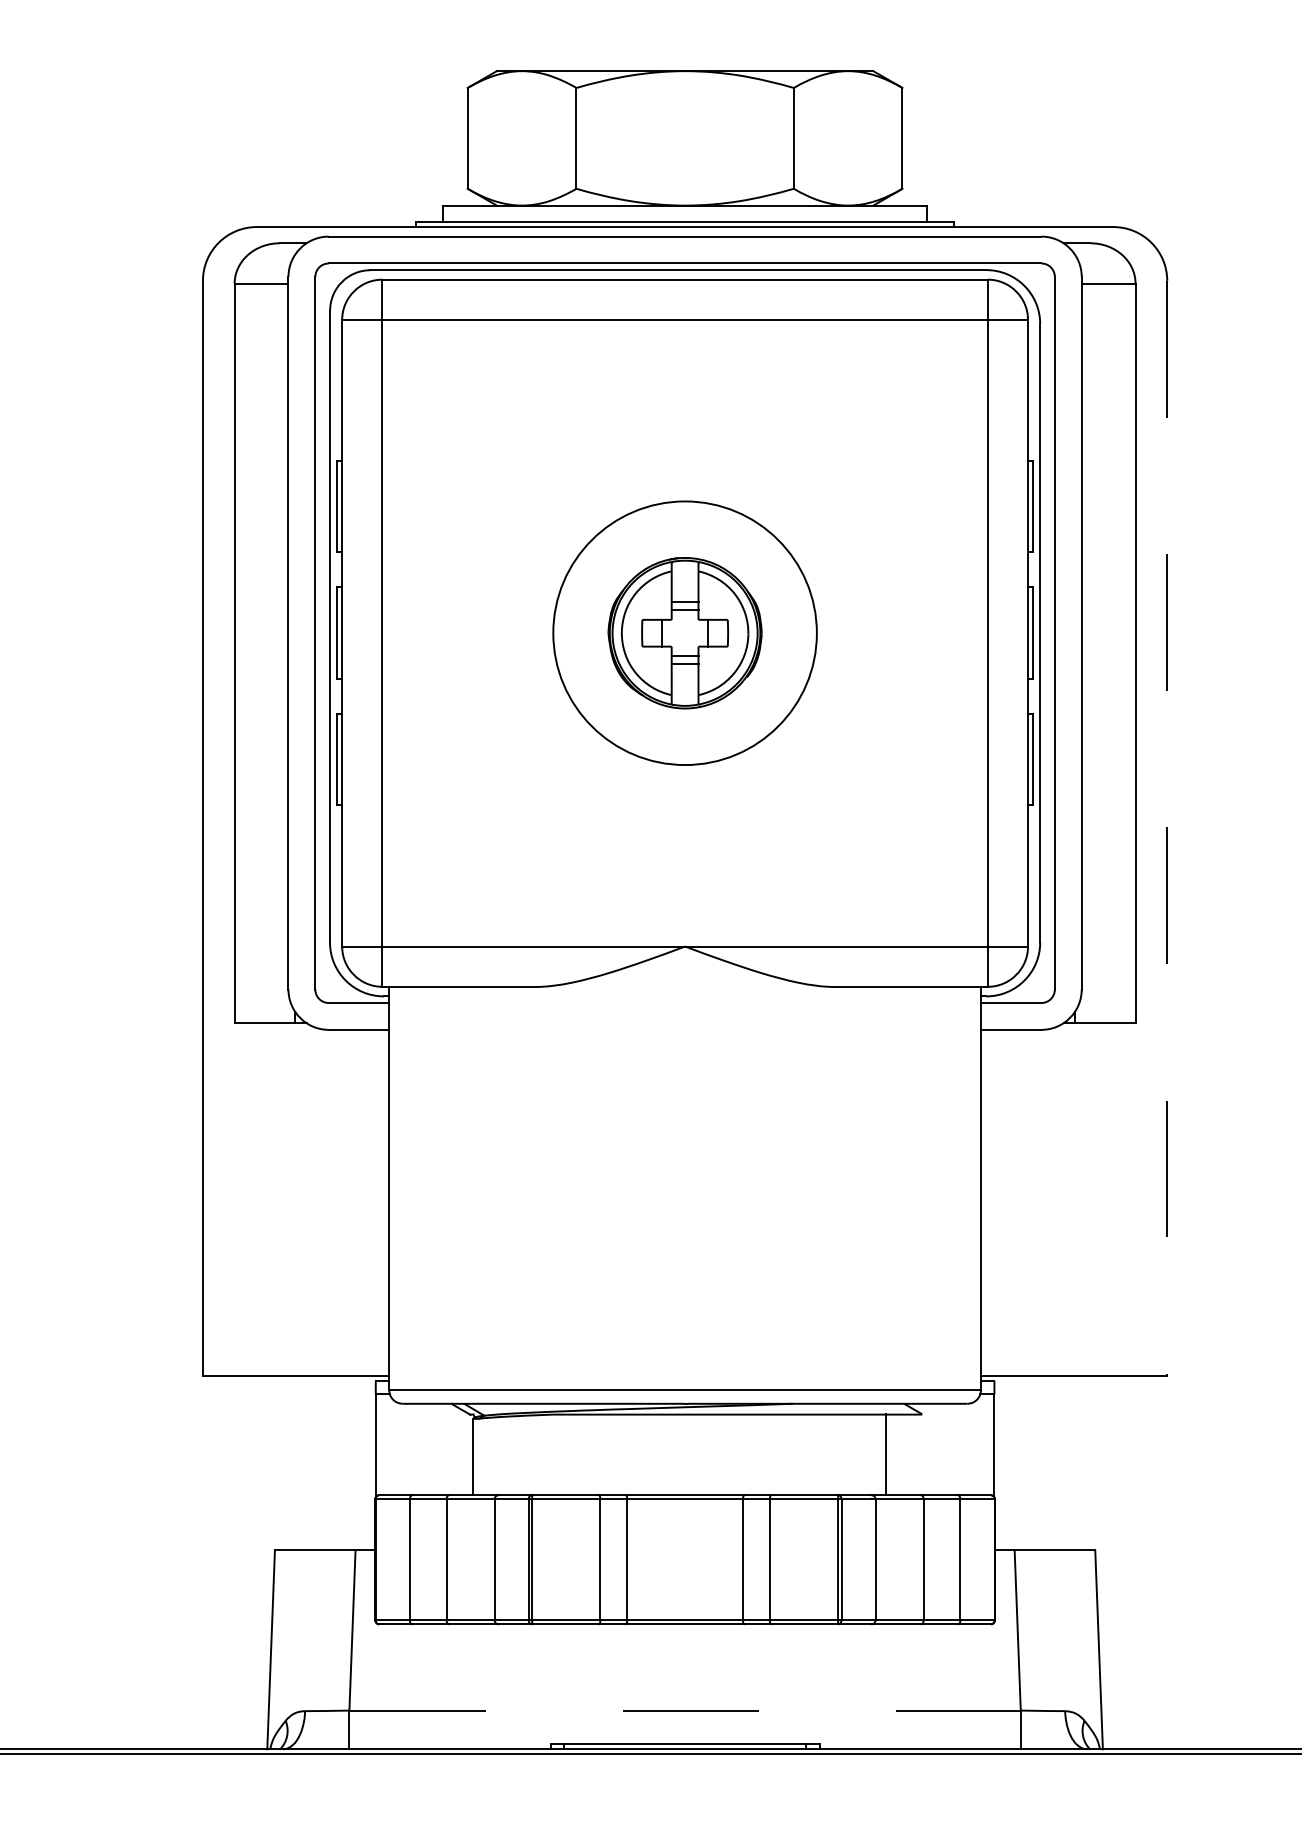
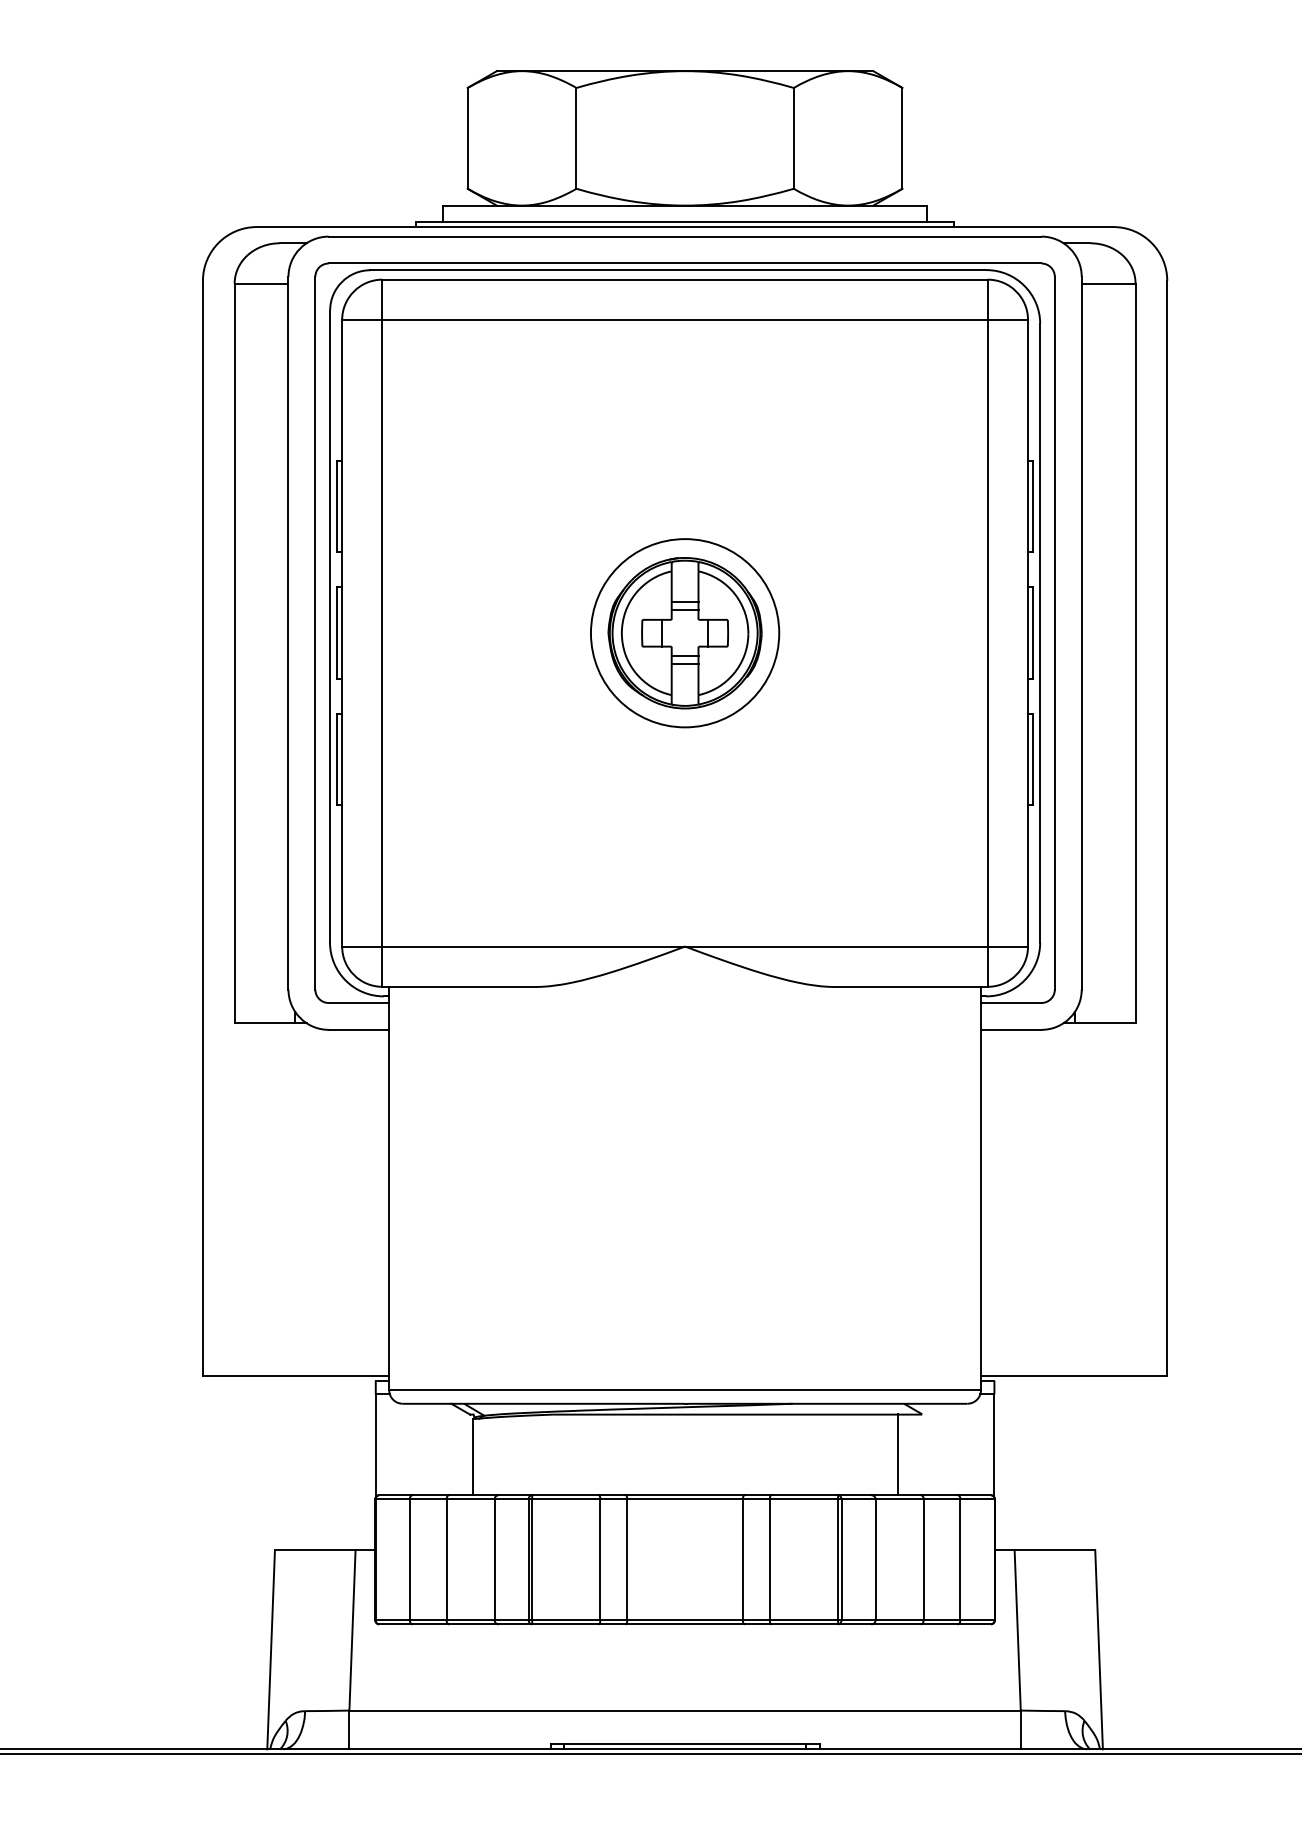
circle at (684, 633) diameter: 264 px -> 188 px
line at (1167, 828): dashed -> solid
line at (885, 1454) position: (885, 1454) -> (897, 1454)
line at (685, 1710): dashed -> solid
